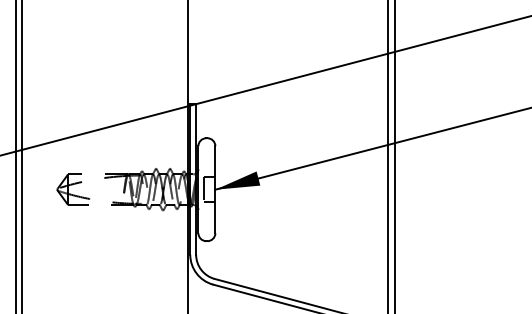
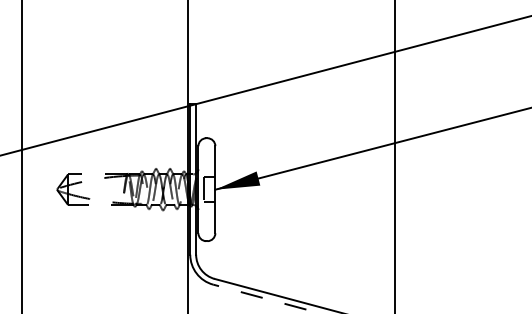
line at (16, 156): present -> none
line at (388, 156): present -> none
line at (267, 299): solid -> dashed
